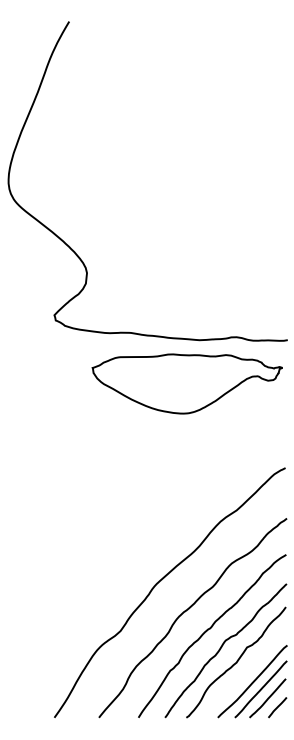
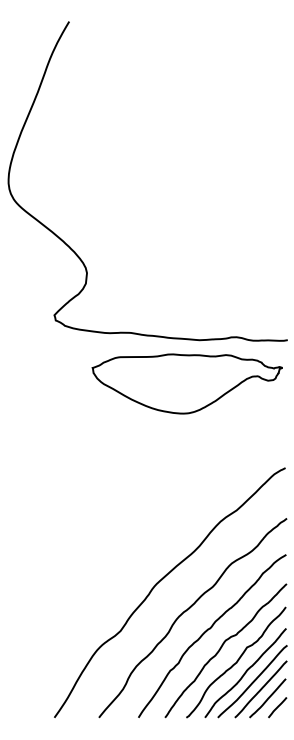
curve at (245, 672): none -> present
